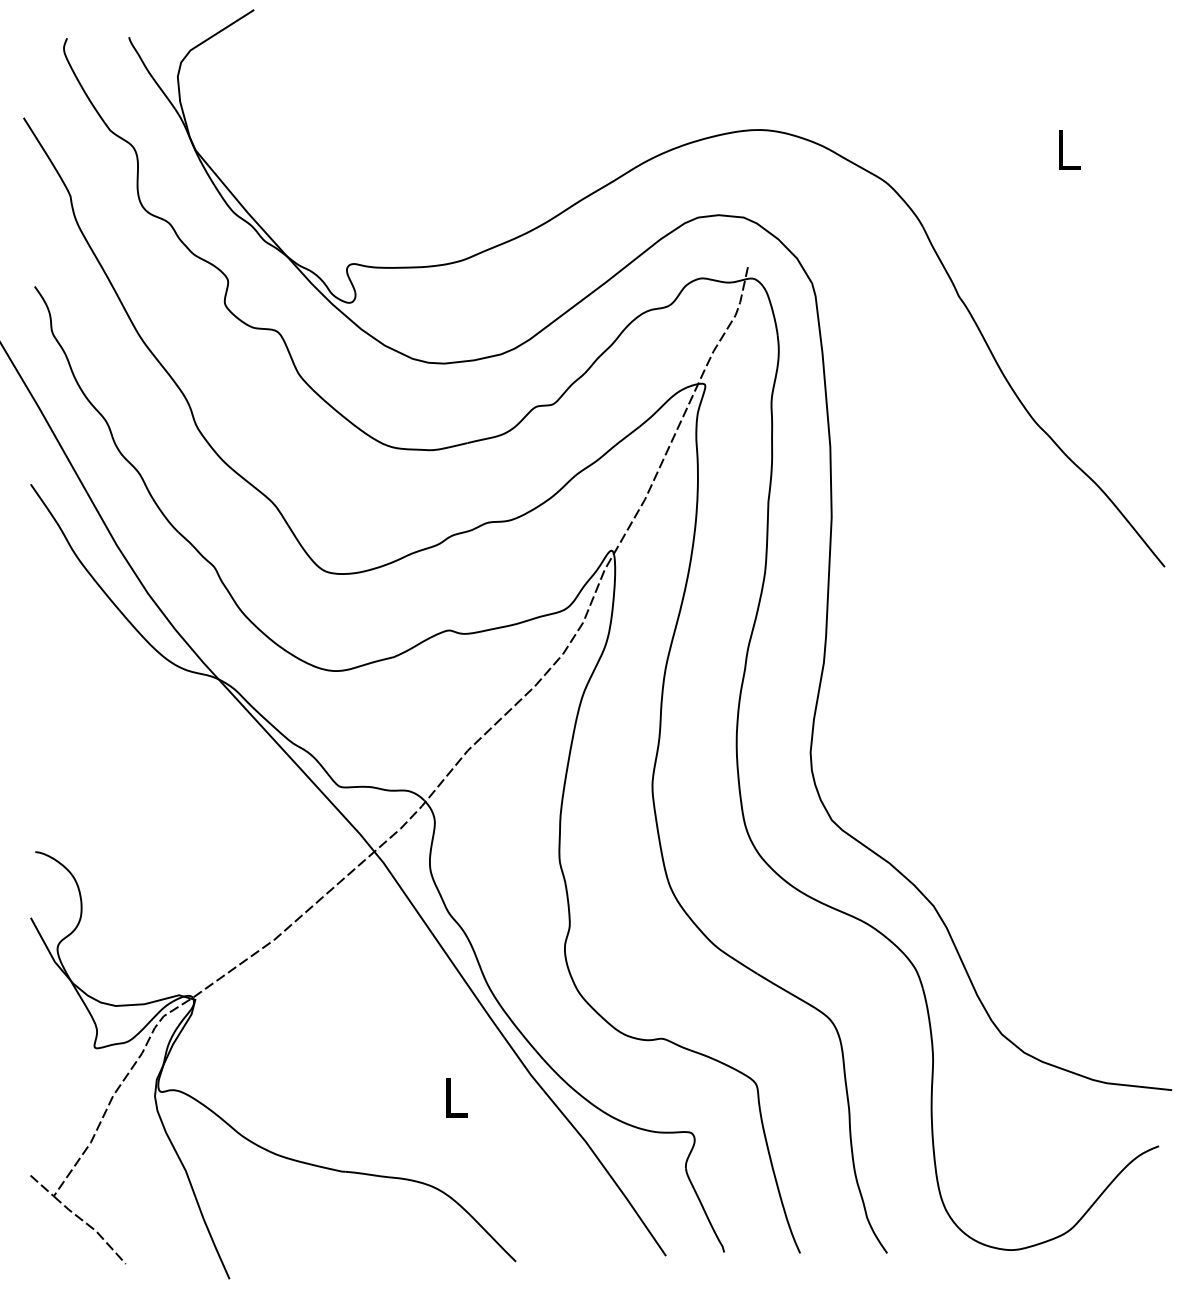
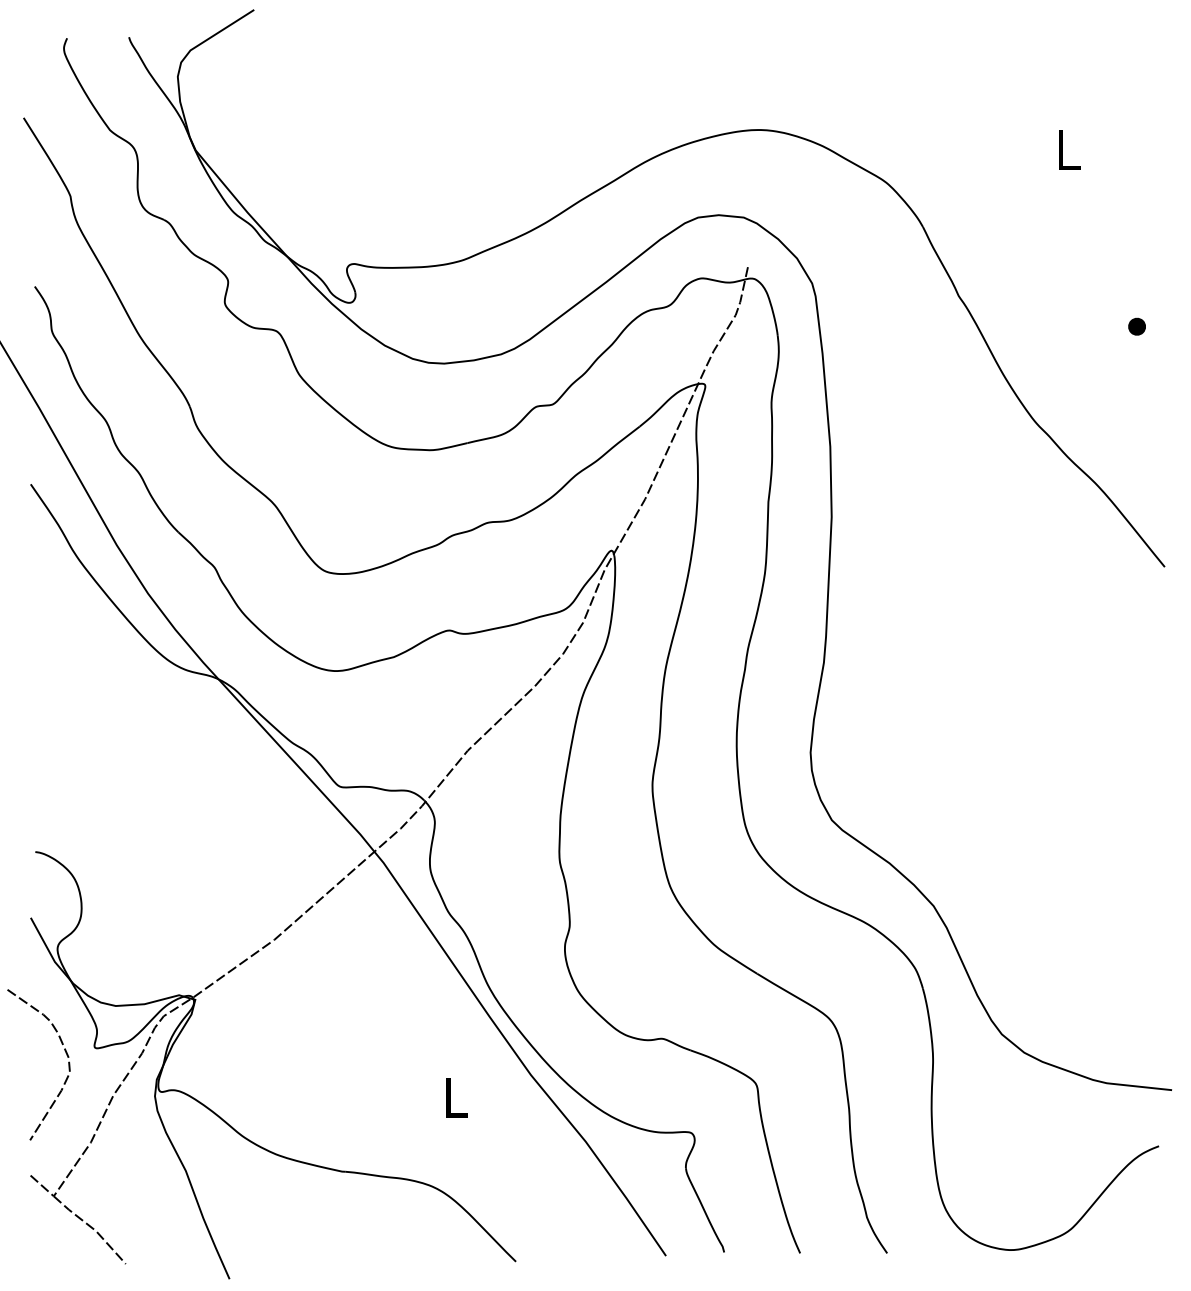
part at (1136, 326): none -> present
curve at (65, 1053): none -> present
